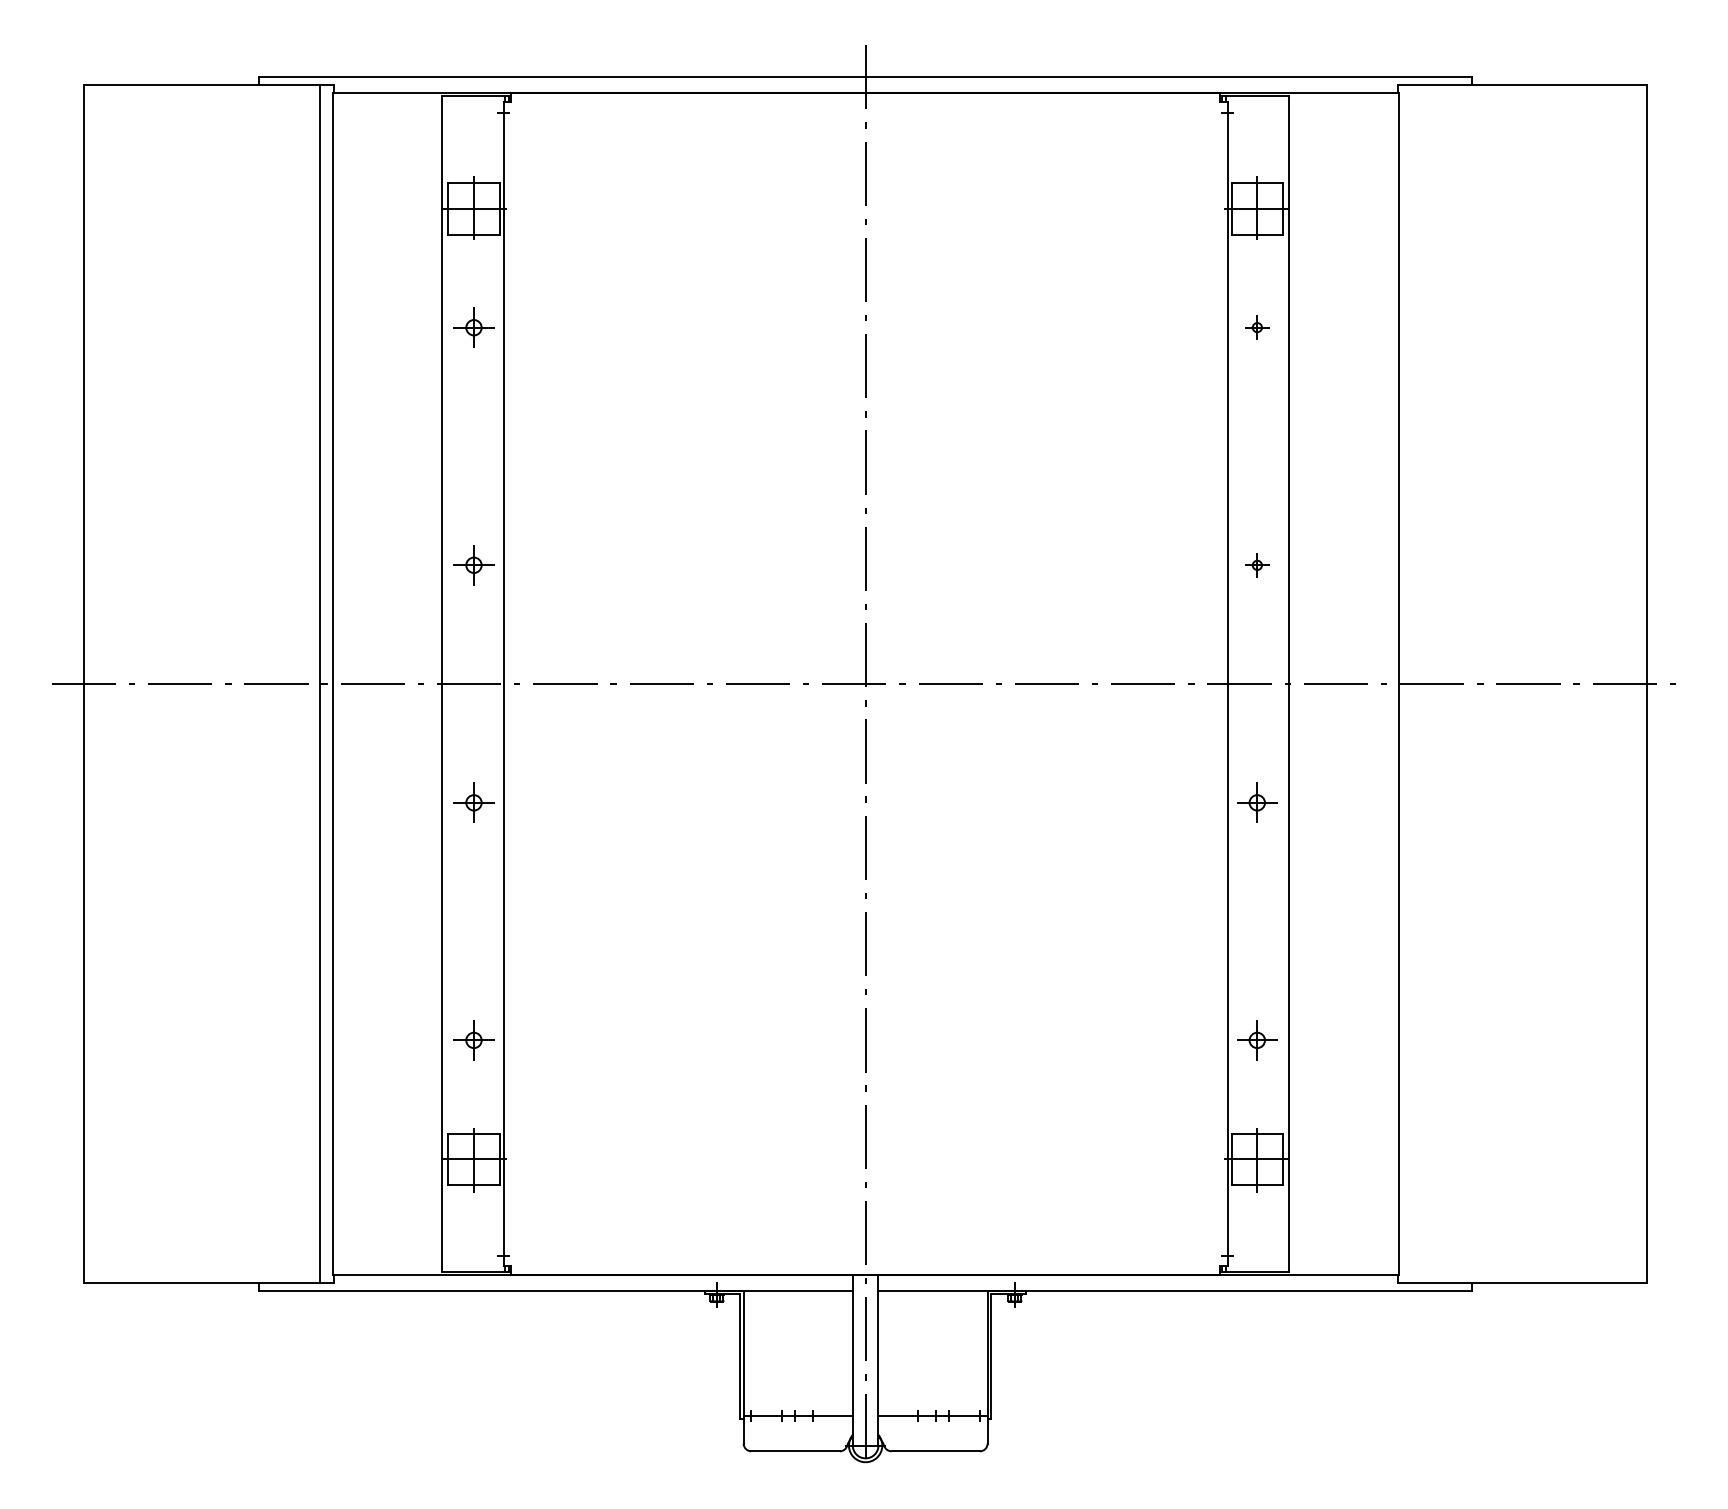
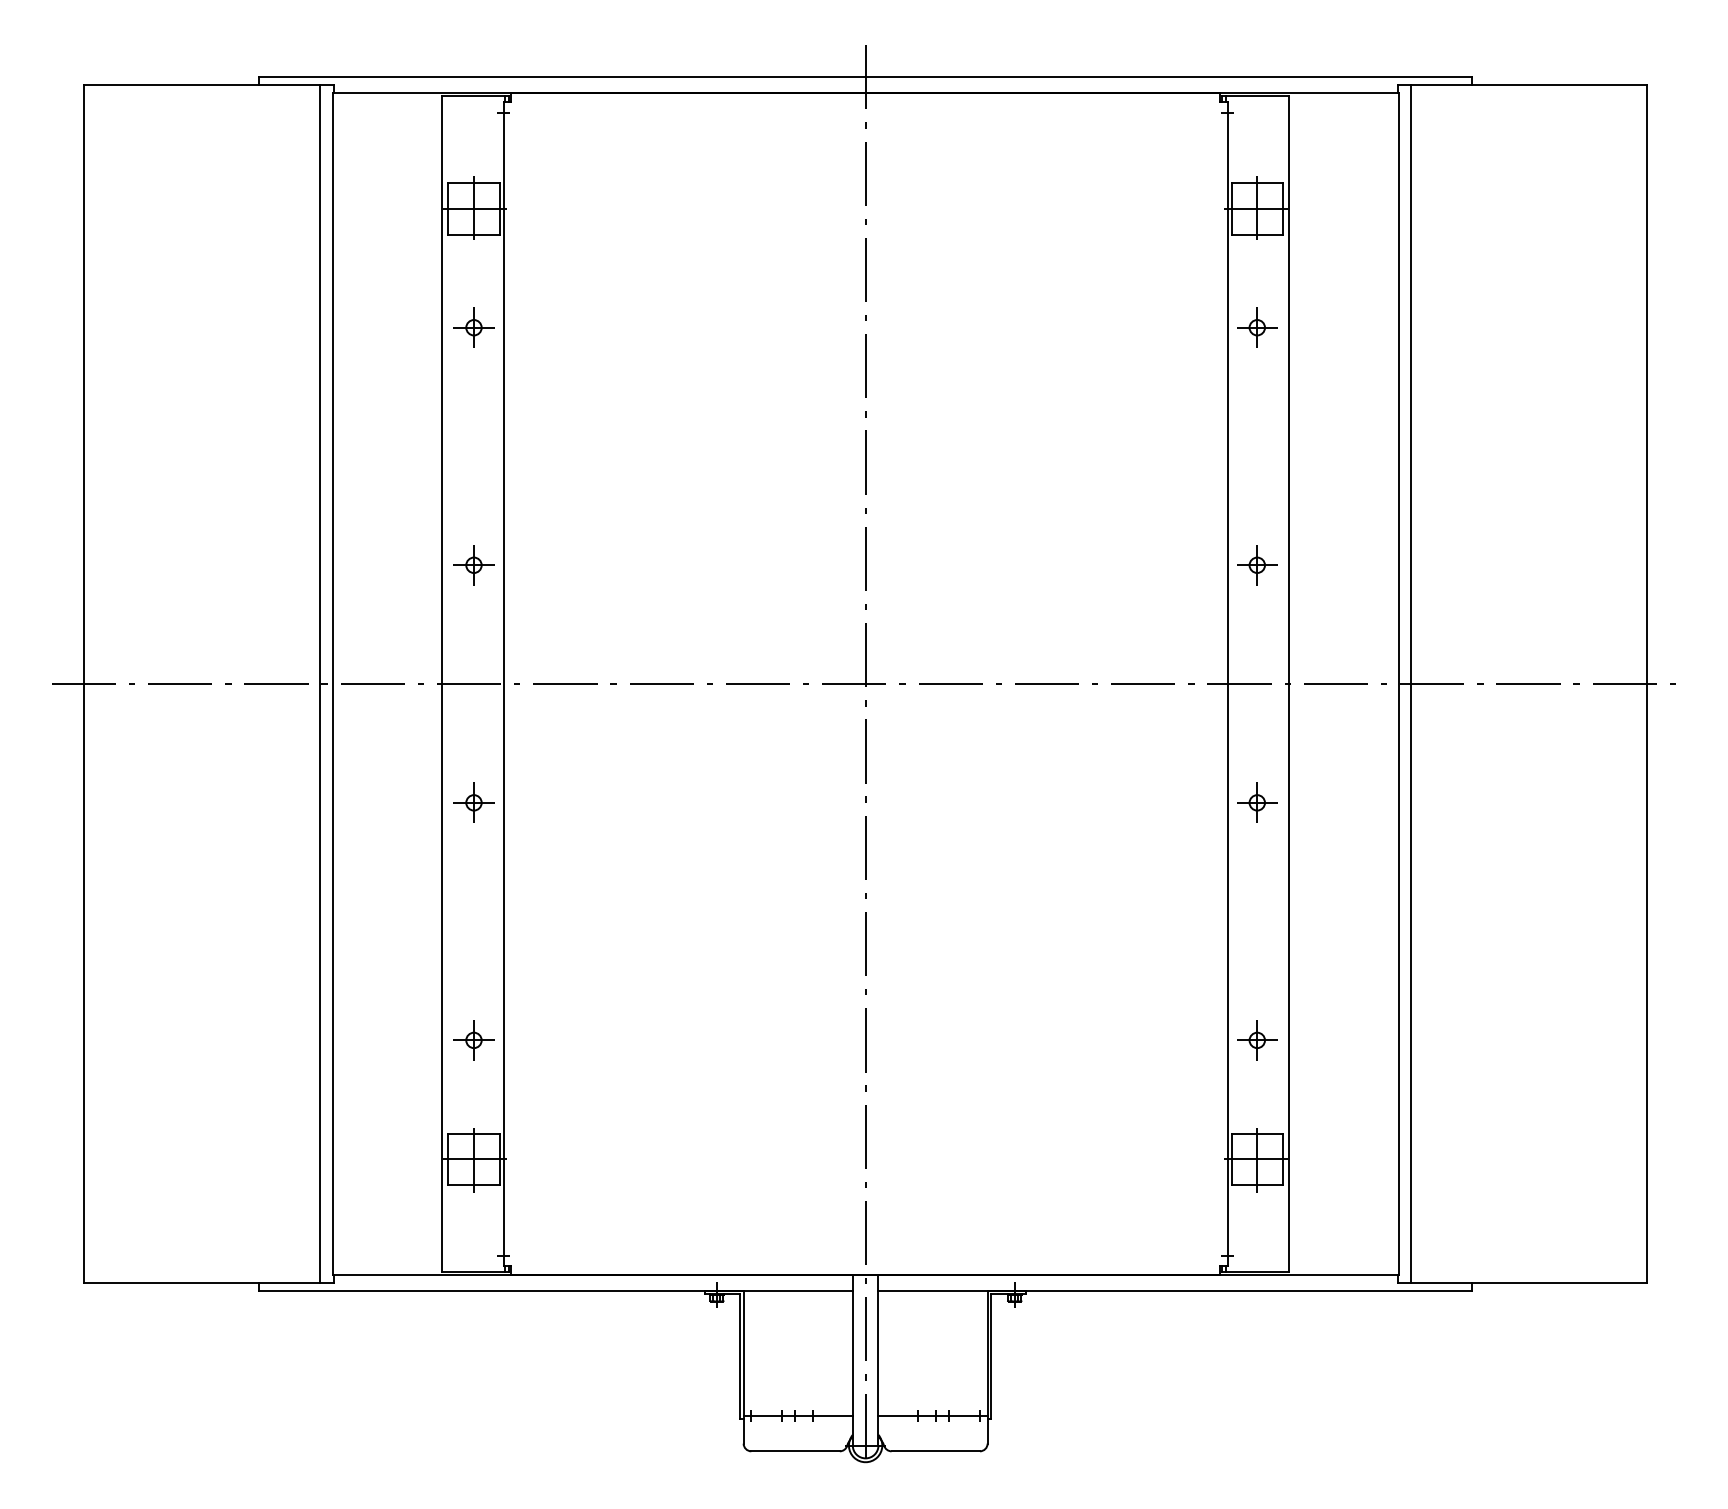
part at (1257, 327) size: 25x25 px -> 41x41 px
part at (1257, 565) size: 25x25 px -> 41x41 px
line at (1411, 684): none -> present
